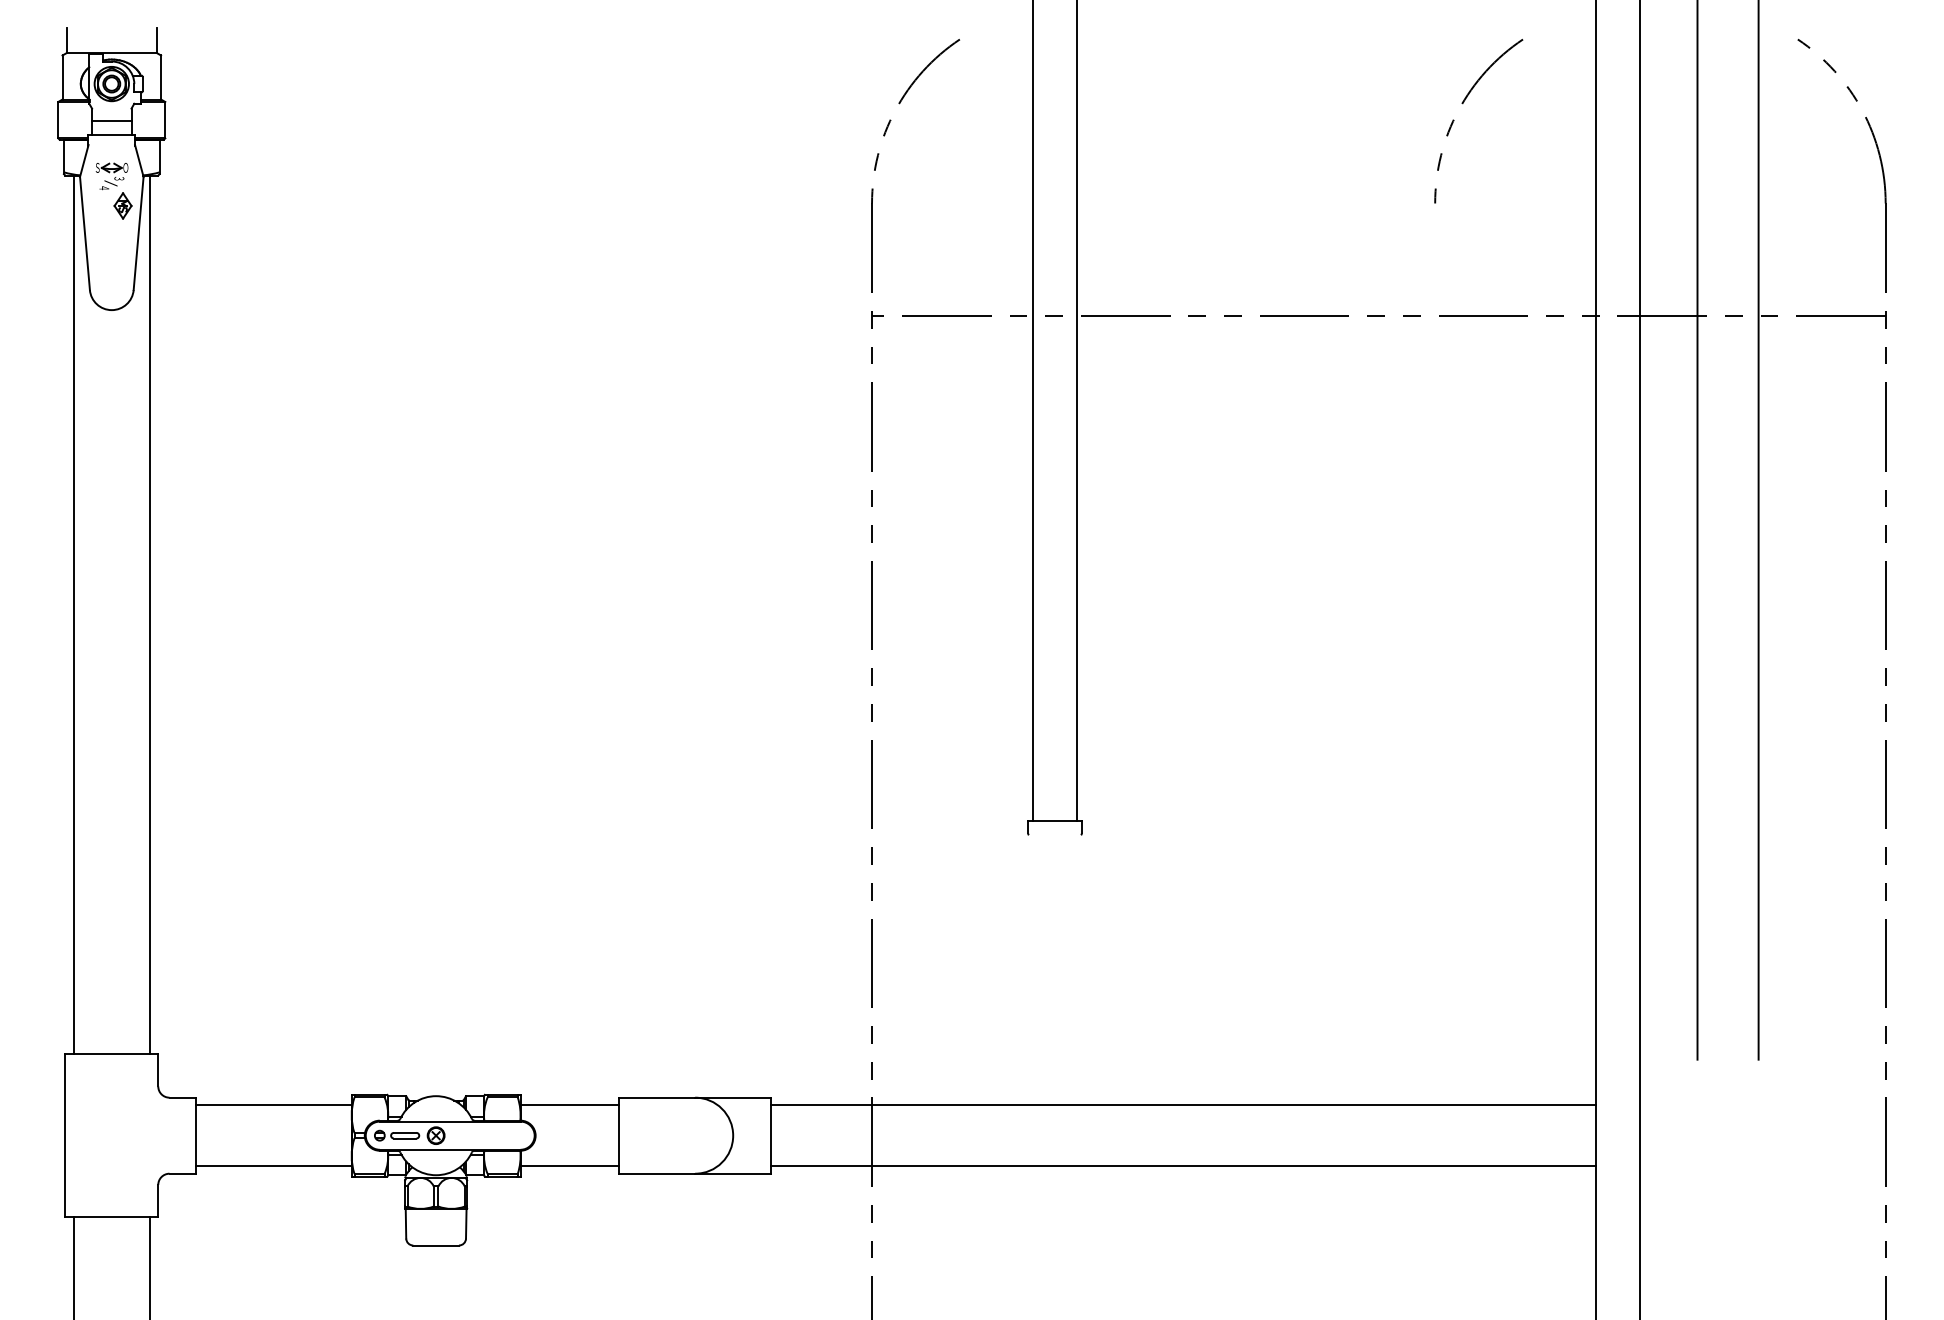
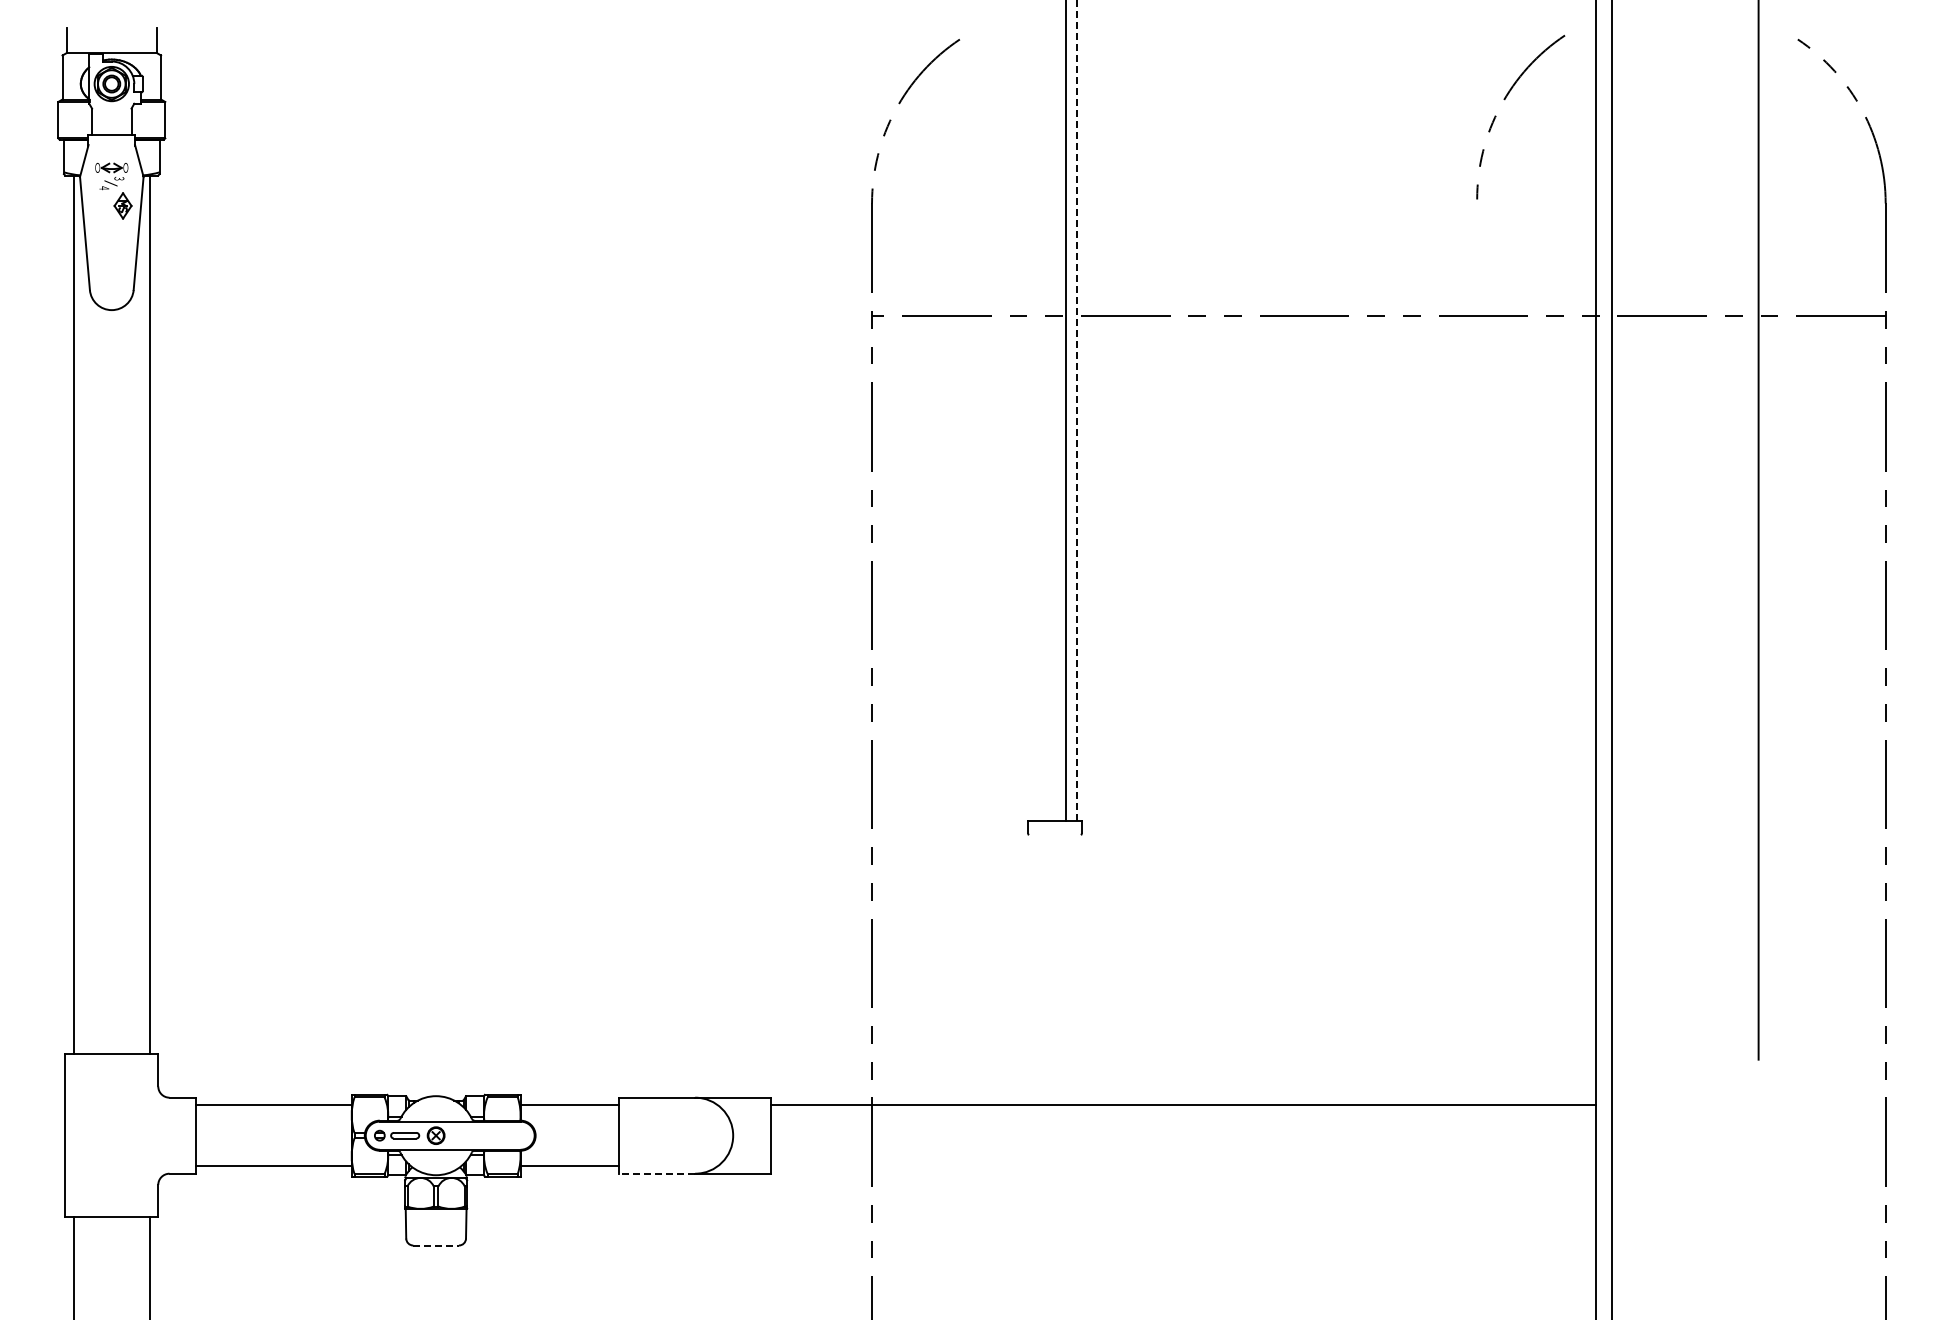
arc at (1462, 104) position: (1462, 104) -> (1504, 100)
line at (111, 120): present -> none
text at (97, 166): Ｓ -> Ｏ
line at (1033, 411) position: (1033, 411) -> (1066, 411)
line at (1076, 411): solid -> dashed
line at (1697, 530): present -> none
line at (1640, 659) position: (1640, 659) -> (1612, 659)
line at (1183, 1166): present -> none
line at (656, 1173): solid -> dashed
line at (436, 1245): solid -> dashed
